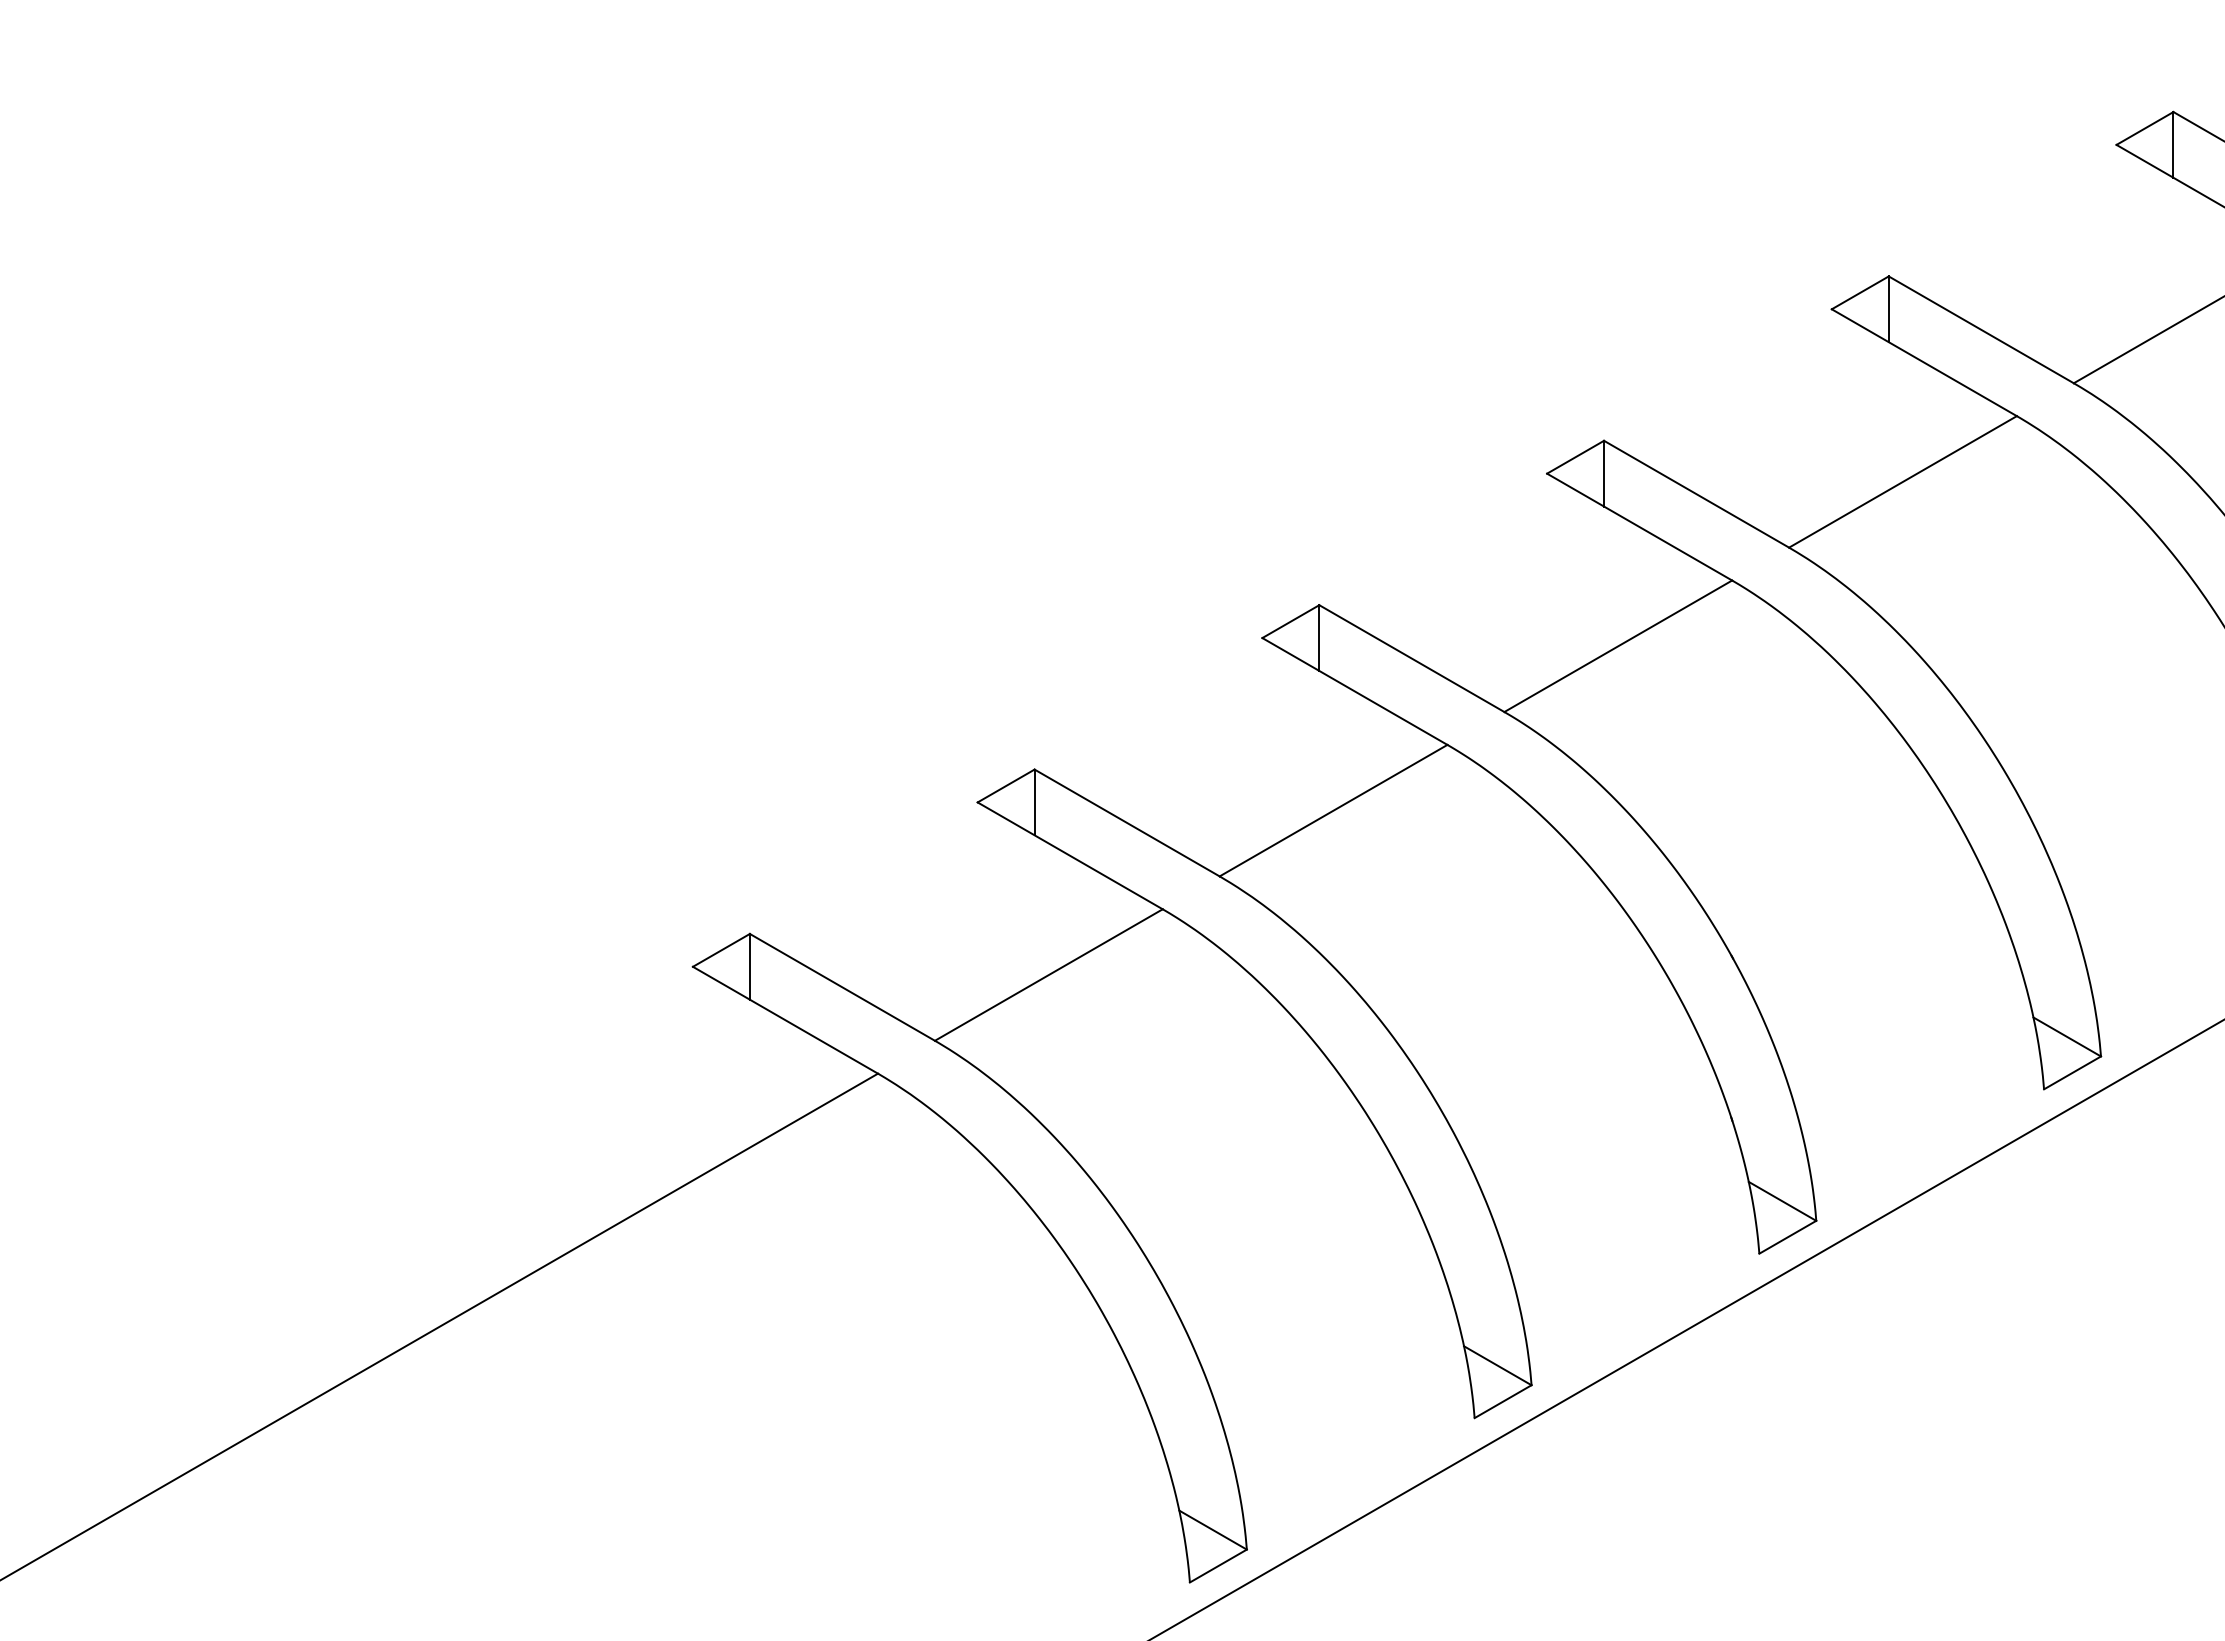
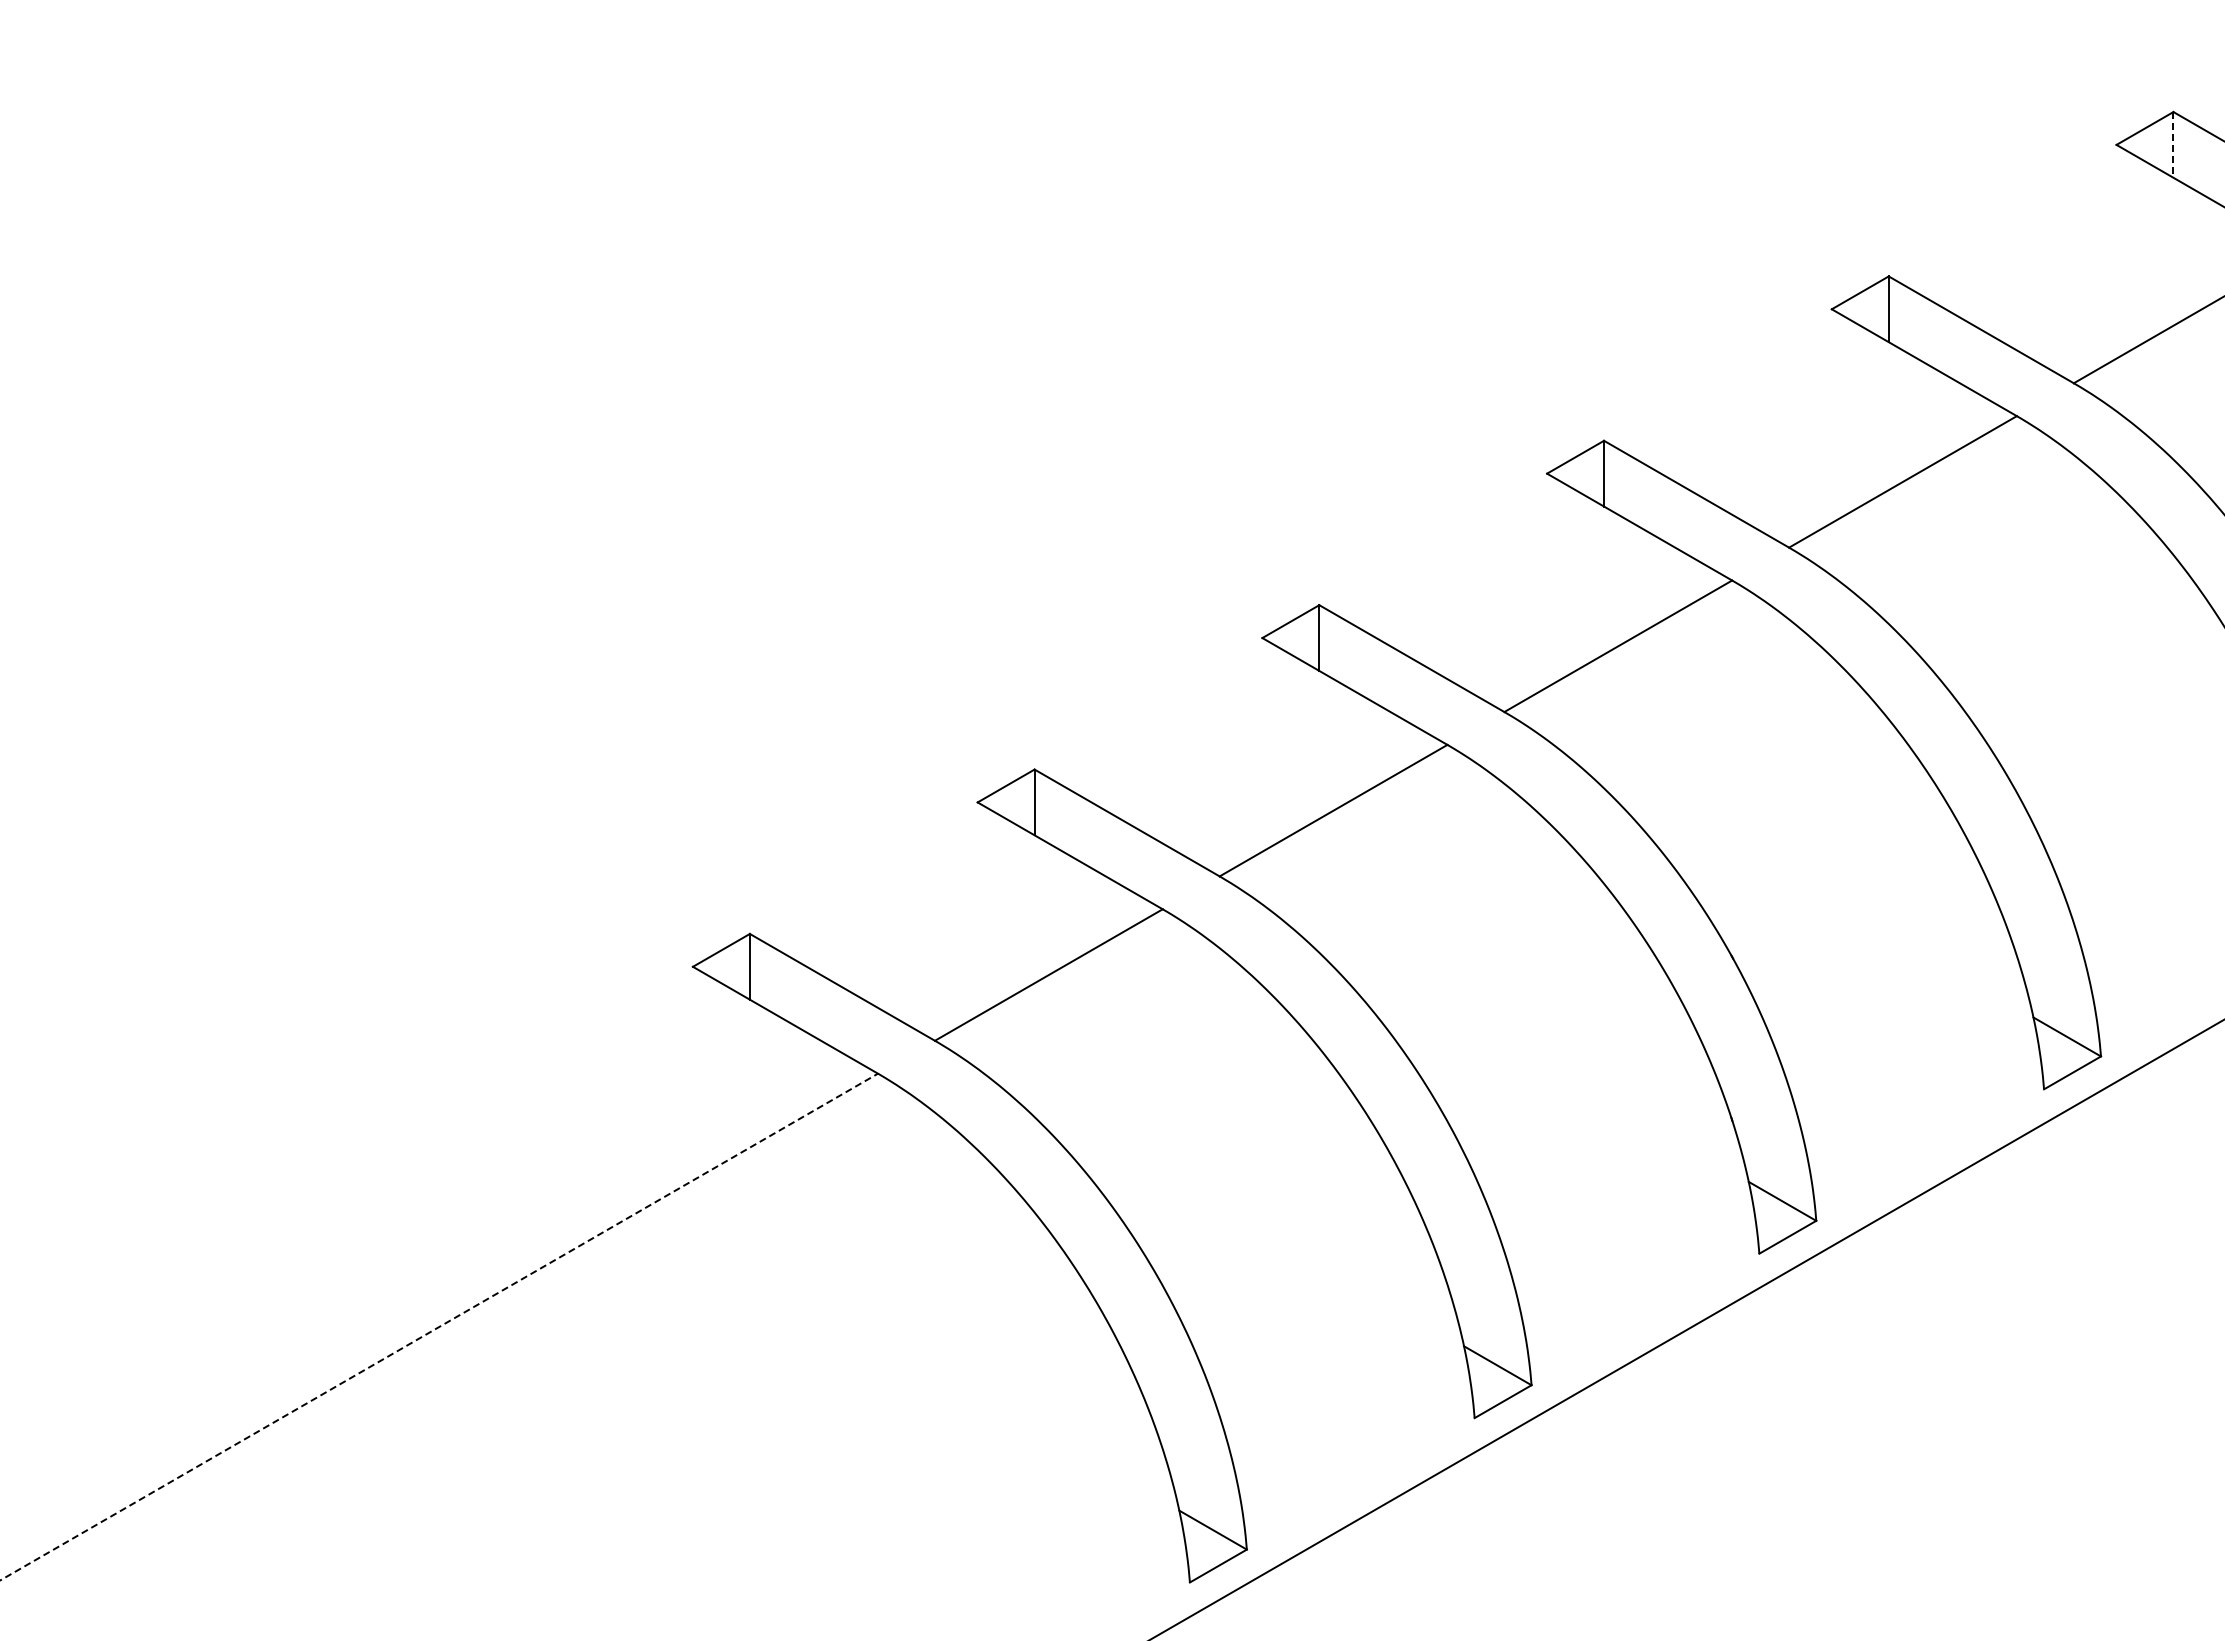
line at (2173, 144): solid -> dashed
line at (439, 1327): solid -> dashed
